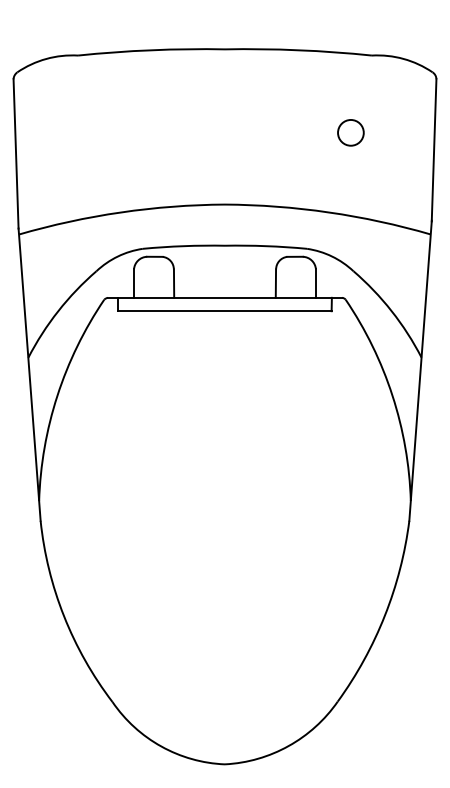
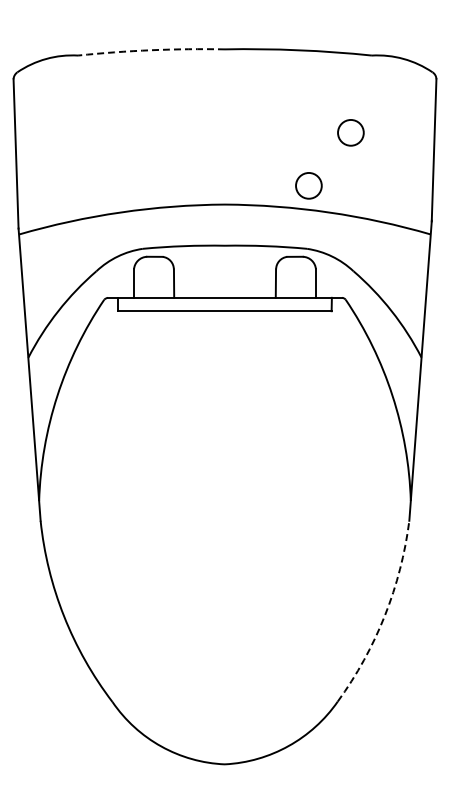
arc at (151, 50): solid -> dashed
circle at (308, 185): none -> present
arc at (384, 615): solid -> dashed
